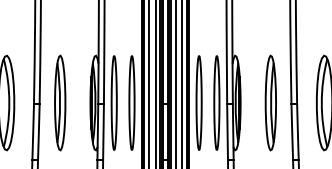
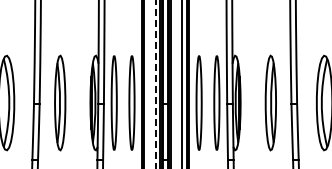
line at (148, 83): present -> none
line at (175, 83): present -> none
line at (155, 84): solid -> dashed
